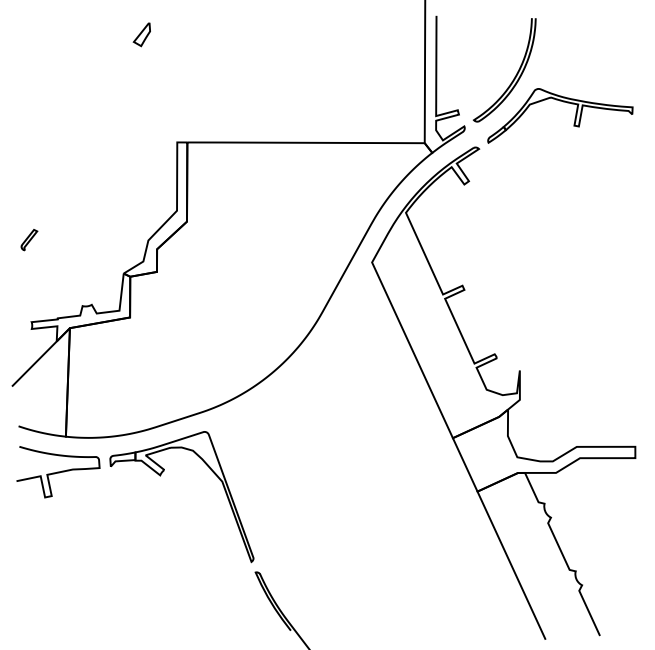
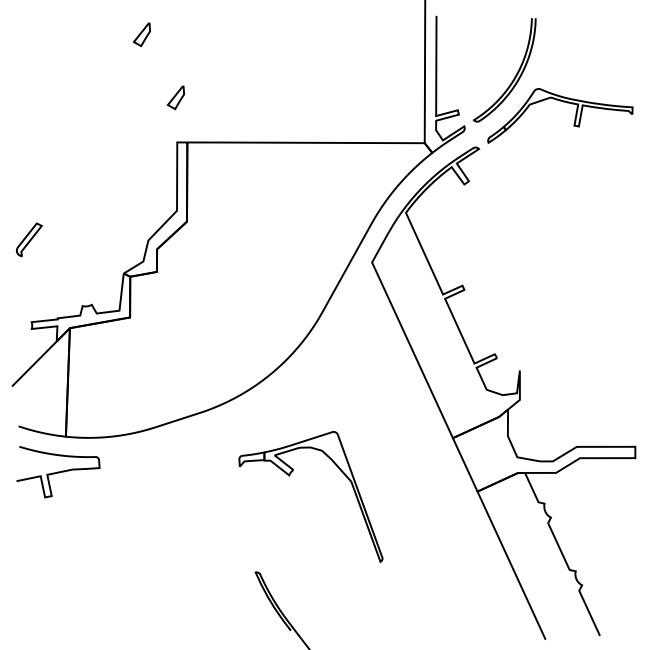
part at (175, 97): none -> present
part at (29, 240) size: 19x23 px -> 27x36 px
part at (160, 476) position: (160, 476) -> (289, 476)
